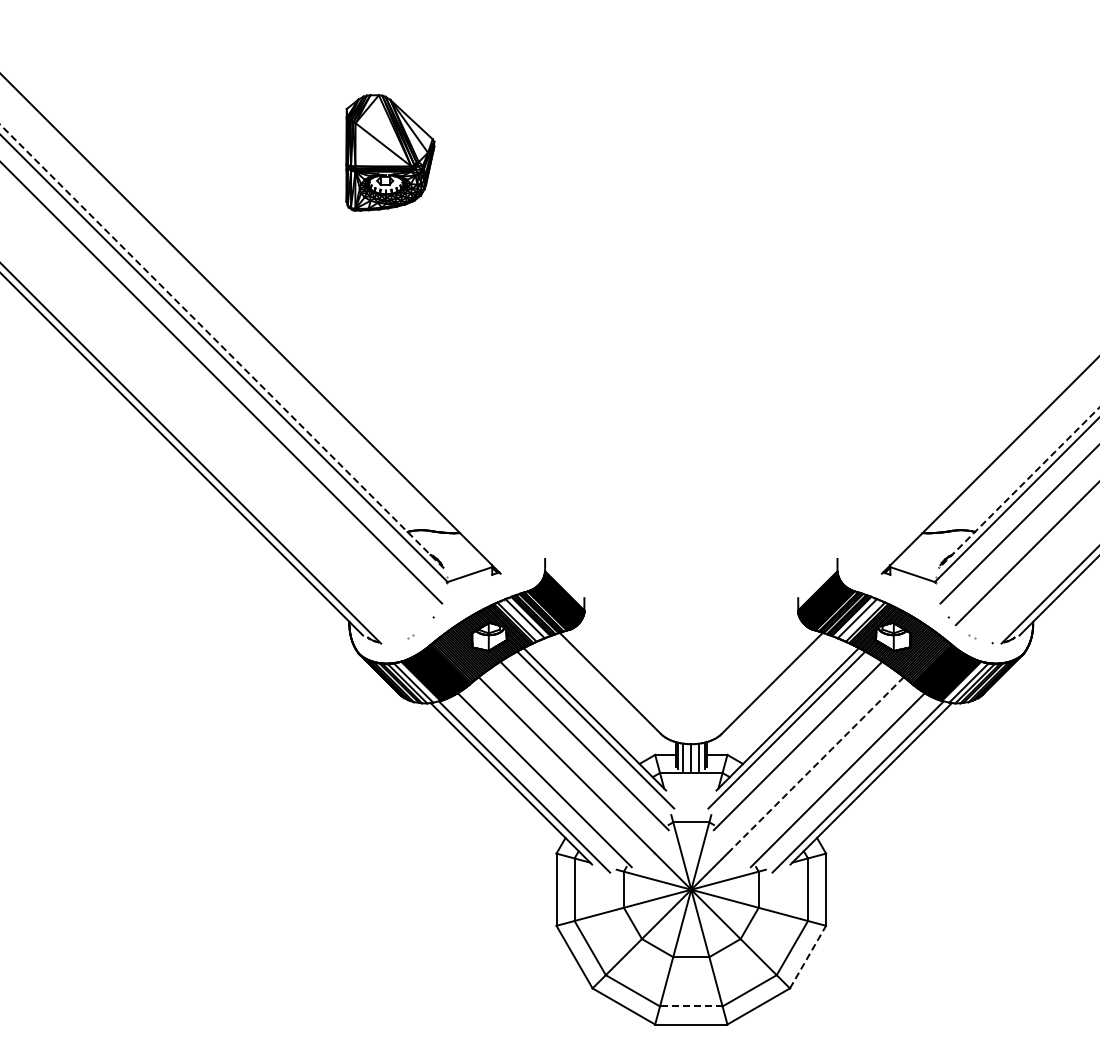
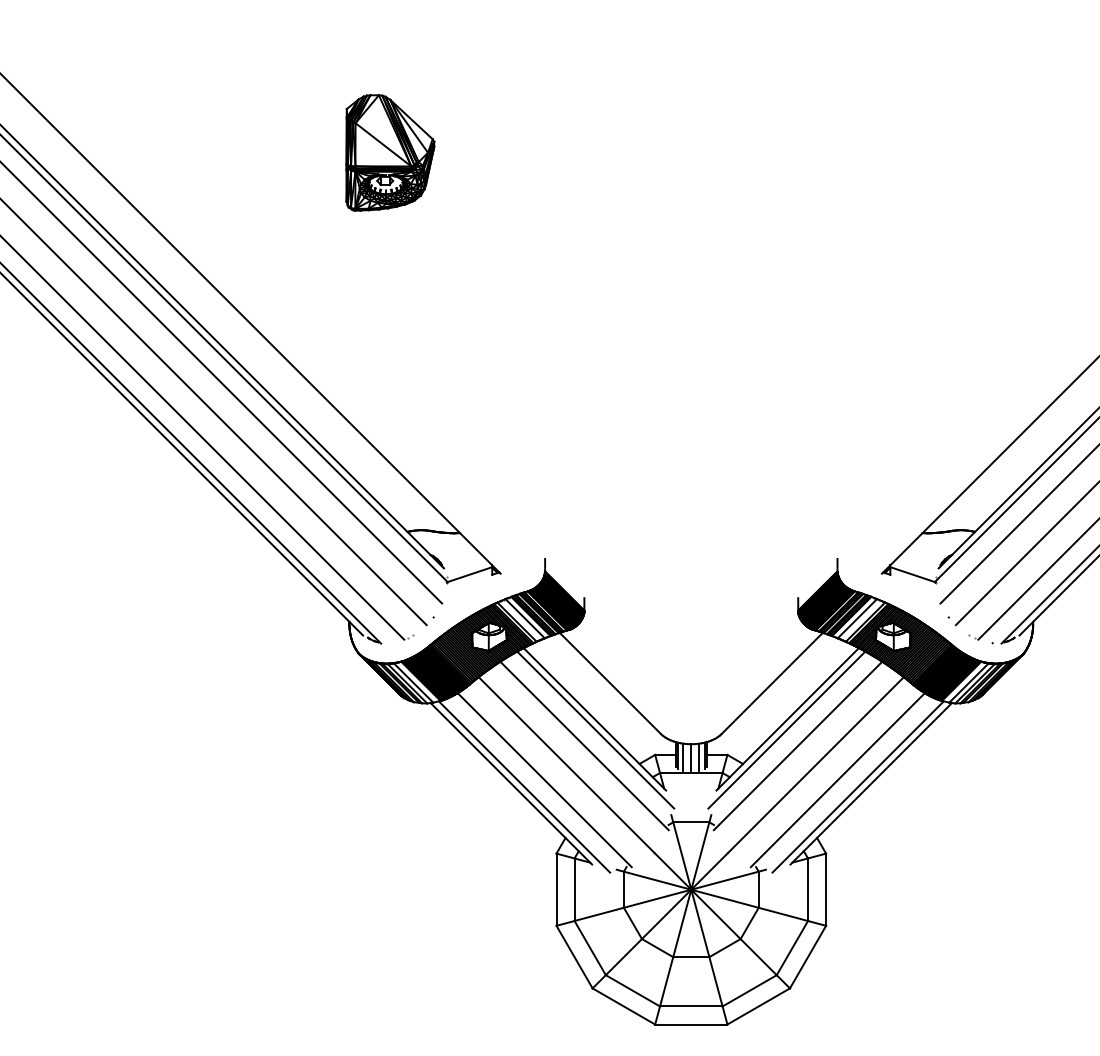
line at (222, 346): dashed -> solid
line at (214, 413): none -> present
line at (203, 438): none -> present
line at (1019, 487): dashed -> solid
line at (1037, 580): none -> present
line at (816, 764): dashed -> solid
line at (808, 956): dashed -> solid
line at (690, 1006): dashed -> solid
